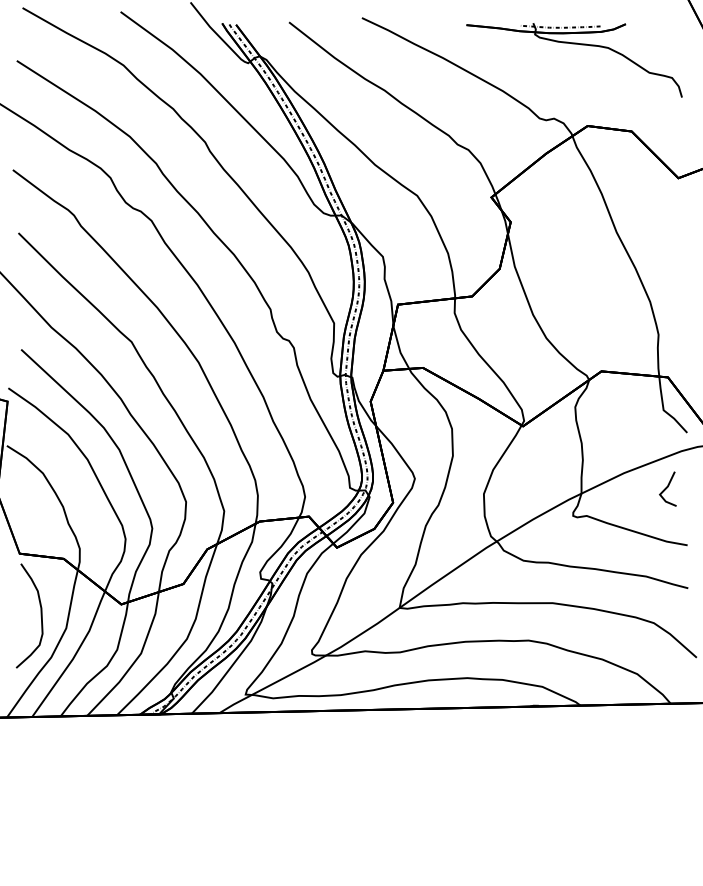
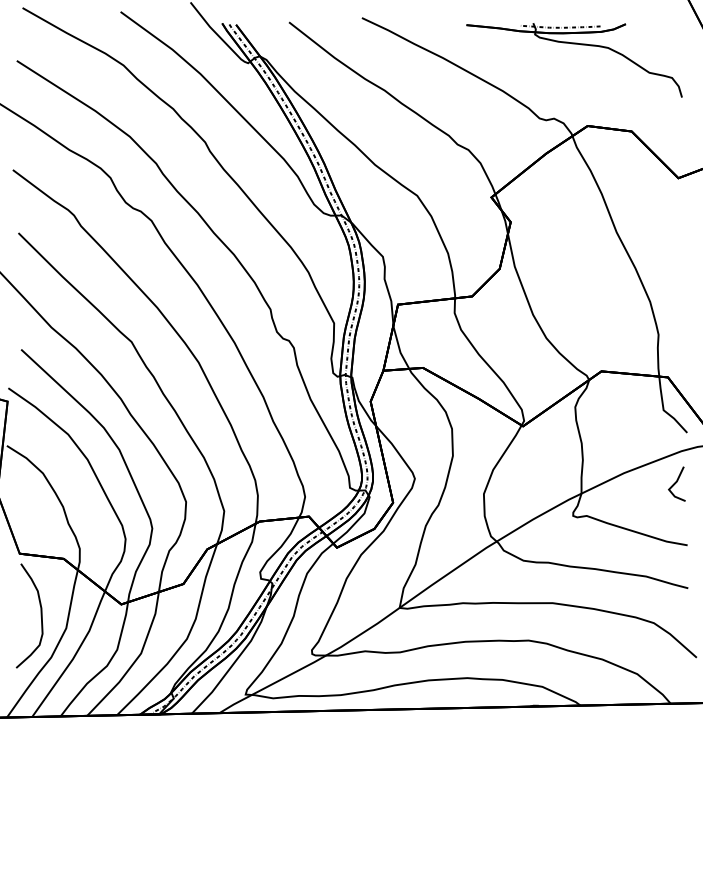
line at (667, 488) position: (667, 488) -> (676, 483)
